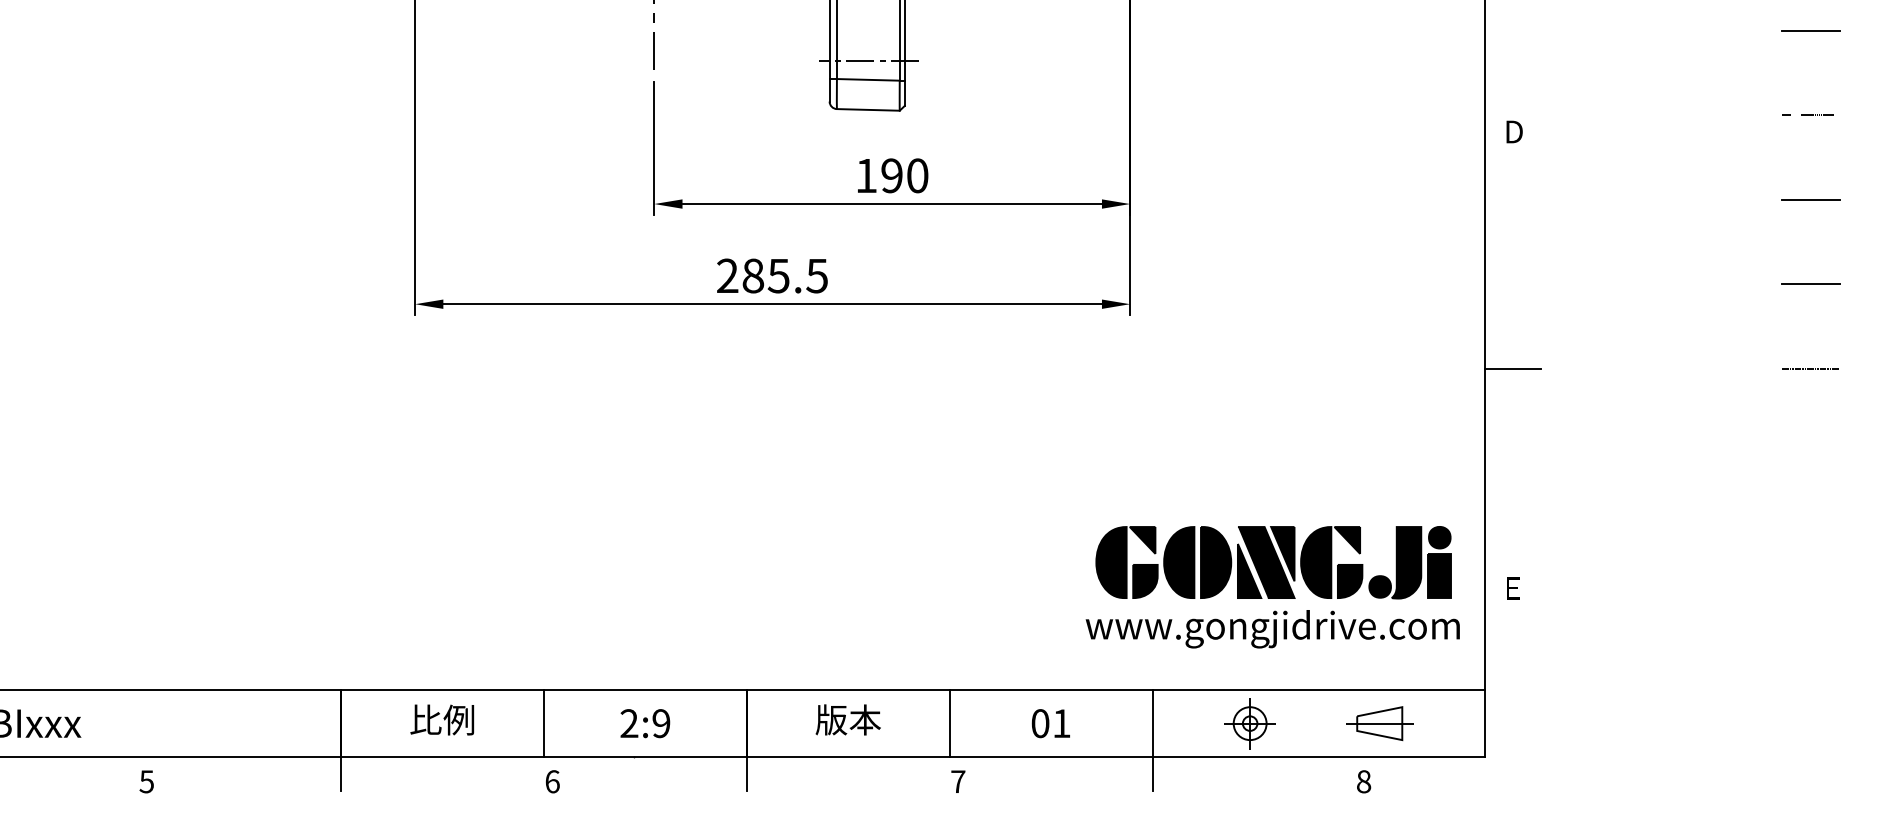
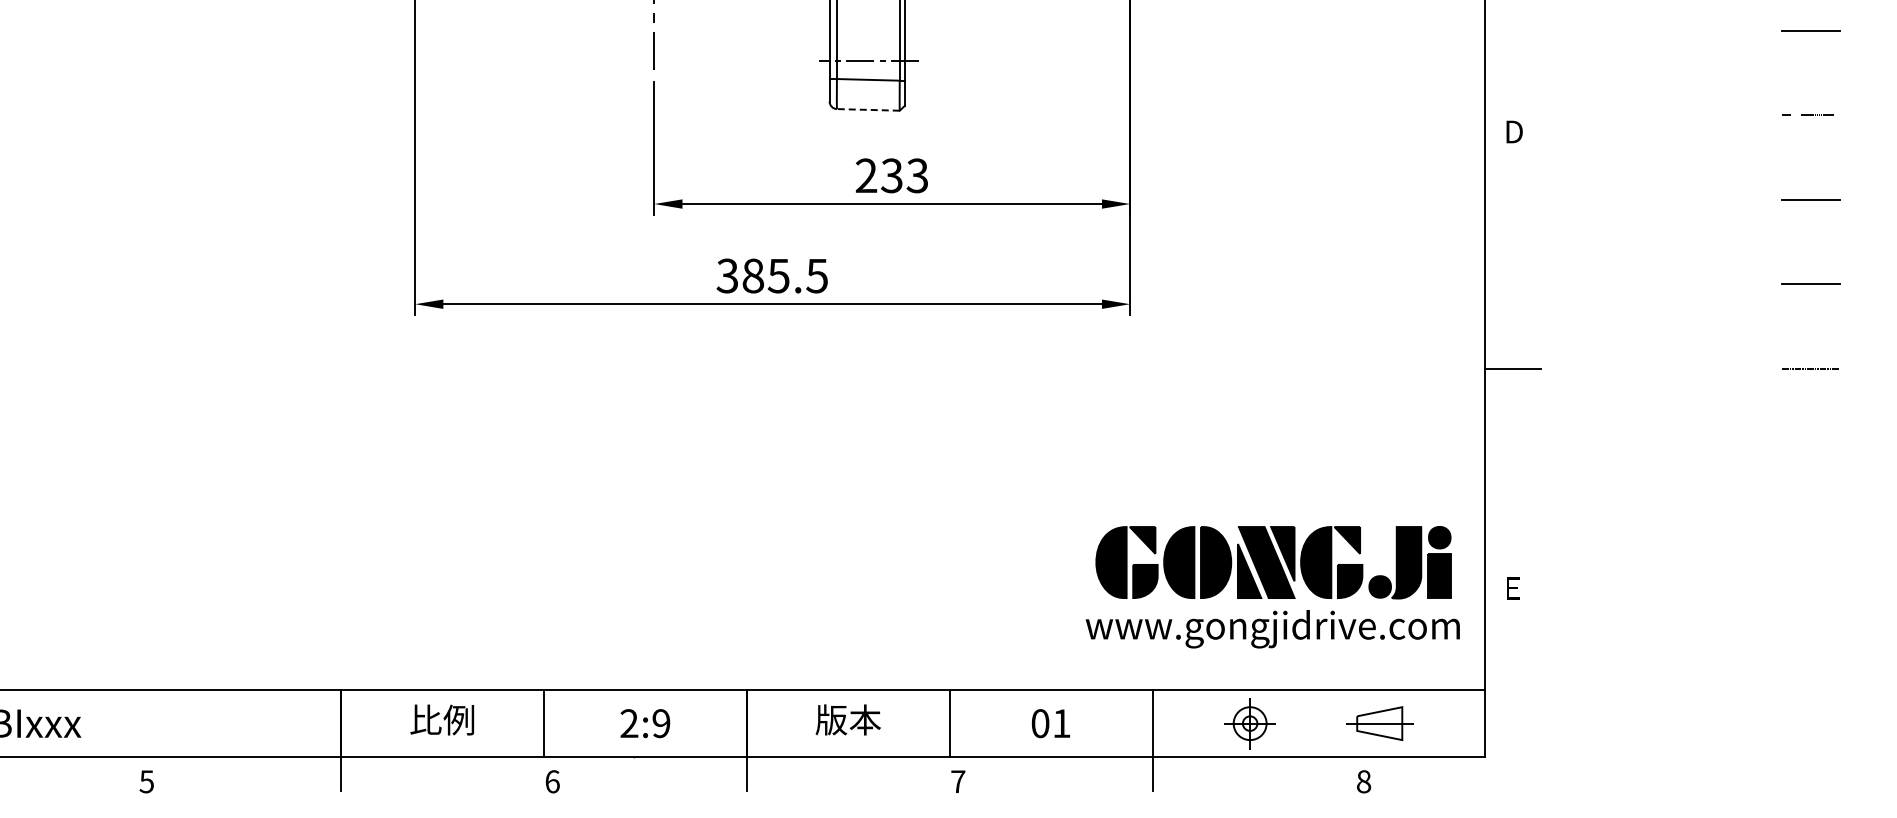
line at (867, 109): solid -> dashed
text at (891, 175): 190 -> 233
text at (727, 276): 285.5 -> 385.5
